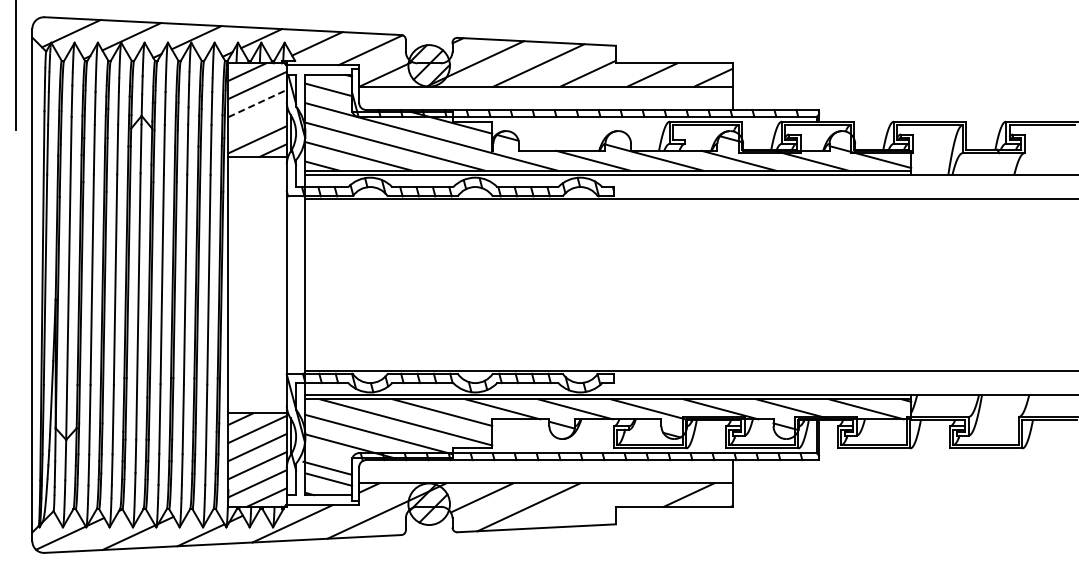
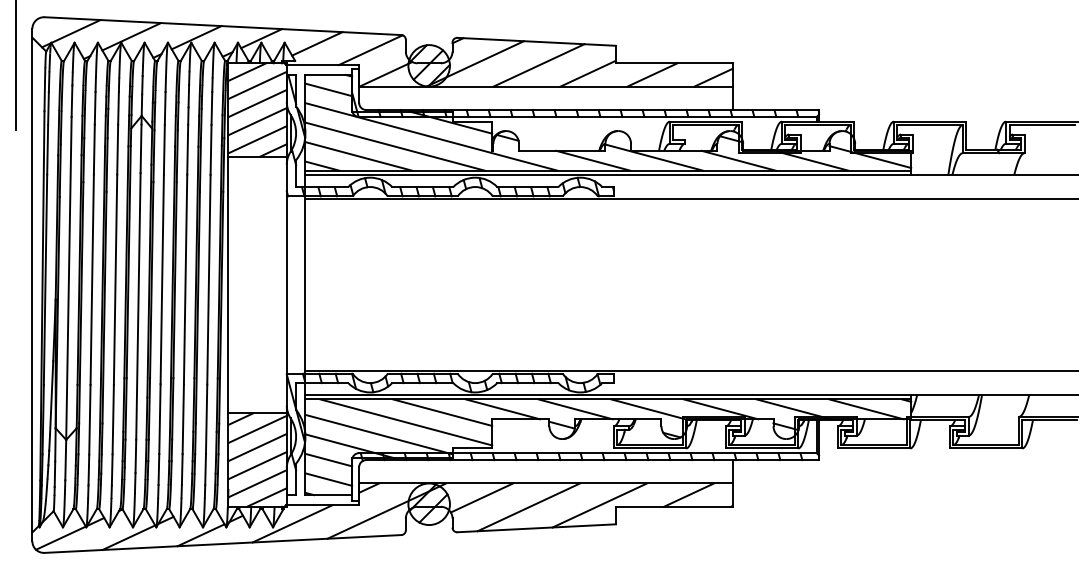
line at (258, 103): dashed -> solid
line at (257, 121): none -> present
line at (326, 467) position: (326, 467) -> (328, 459)
line at (599, 505): none -> present
